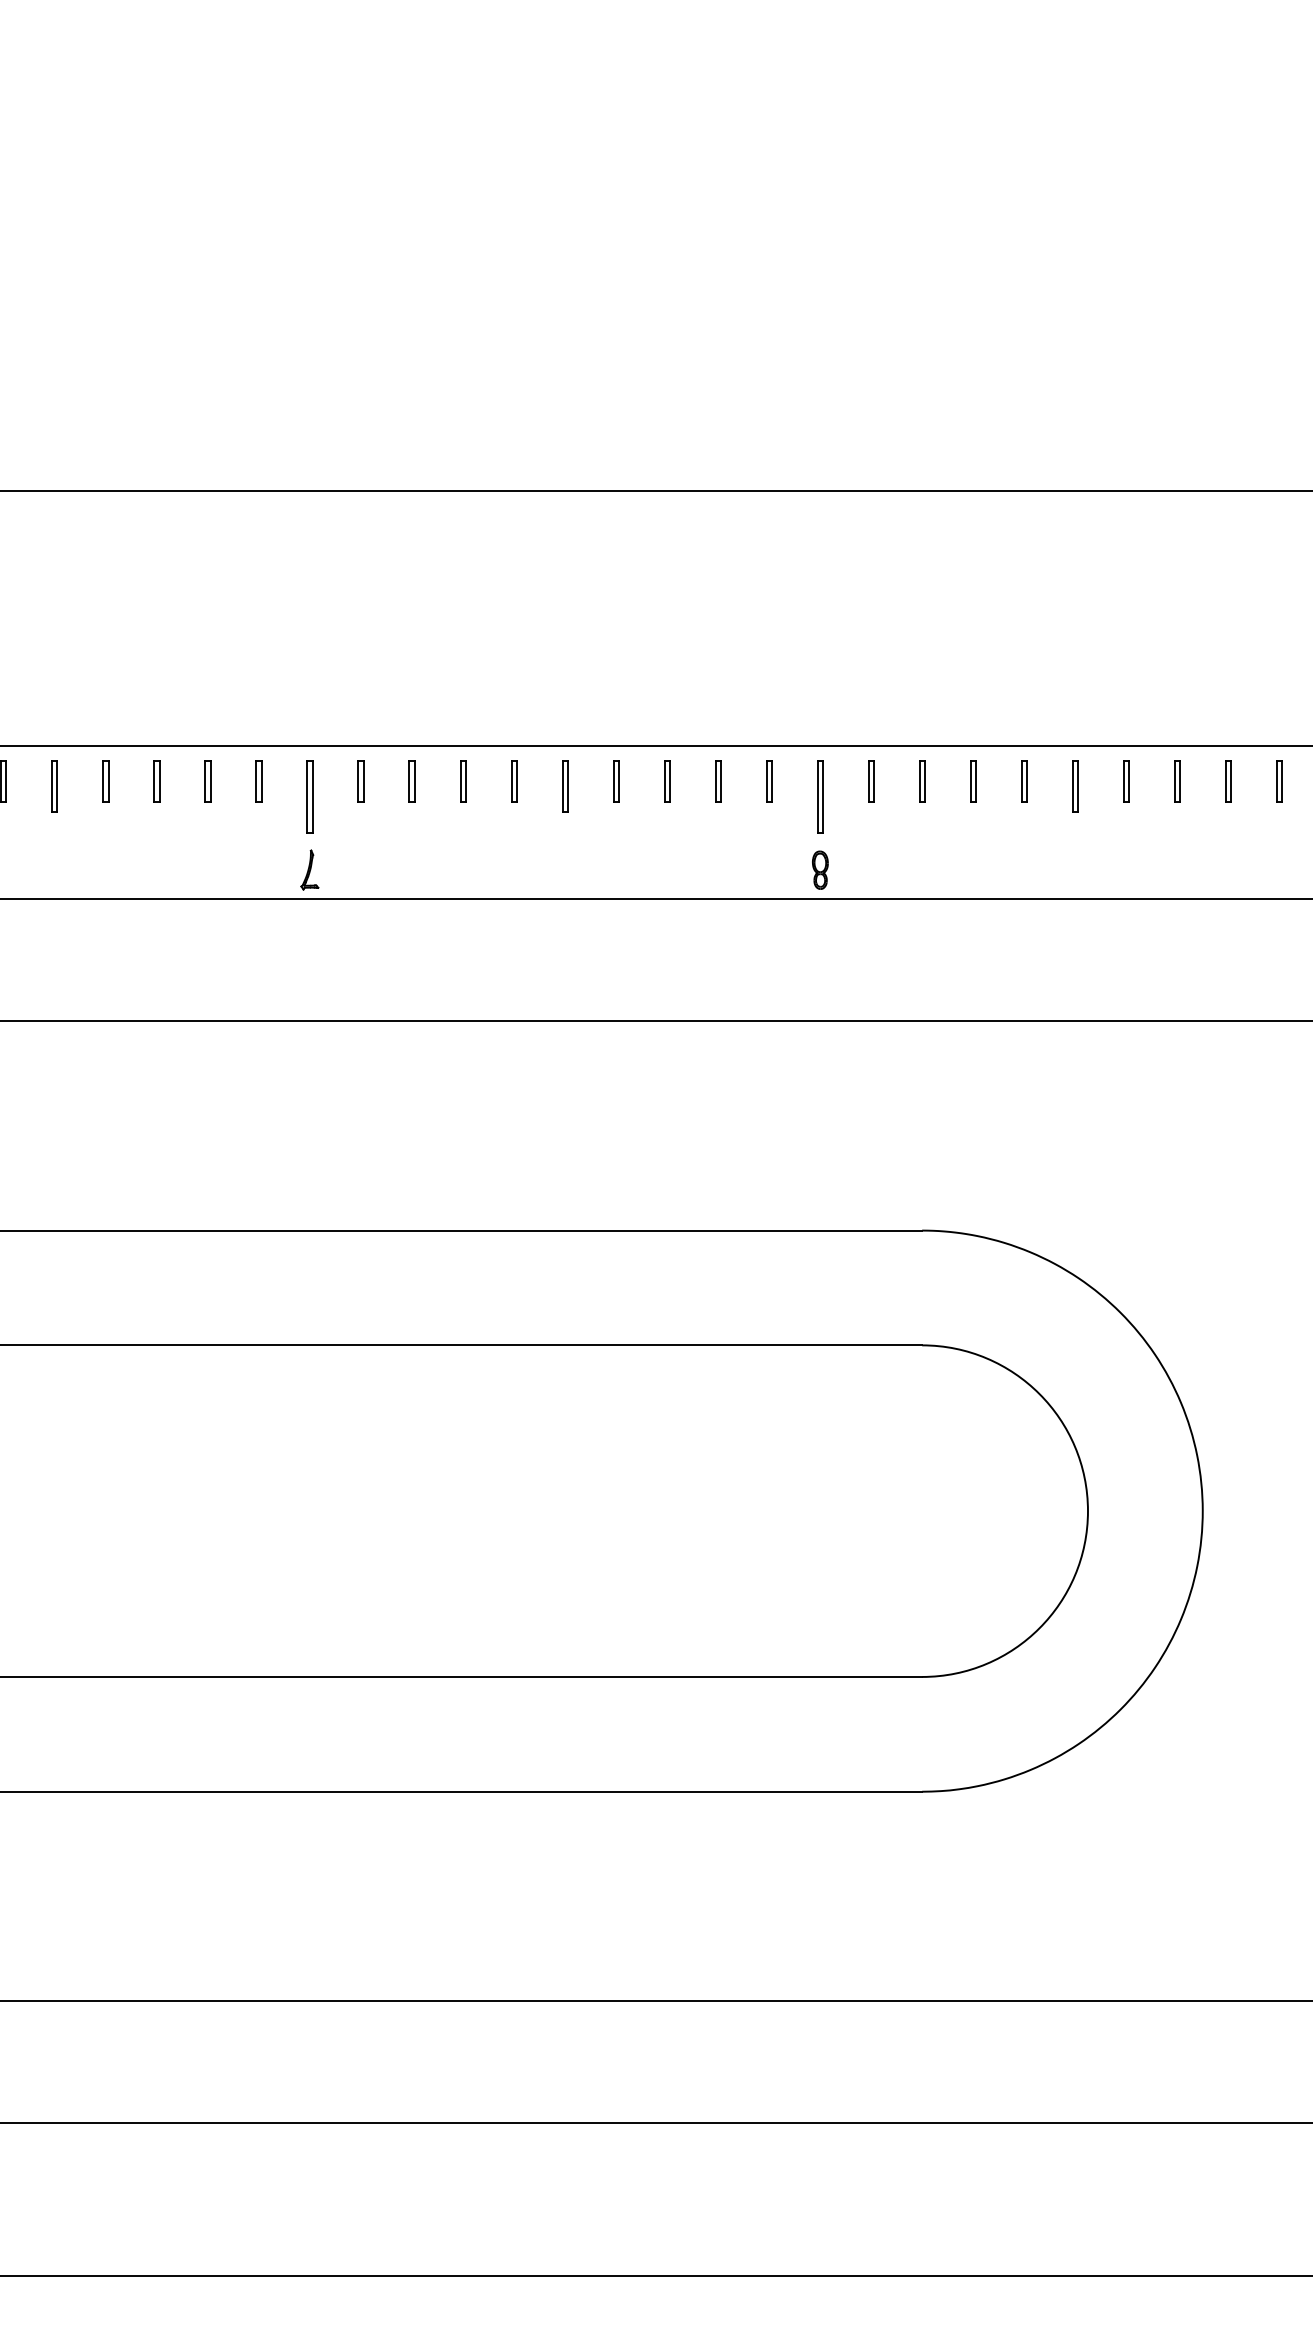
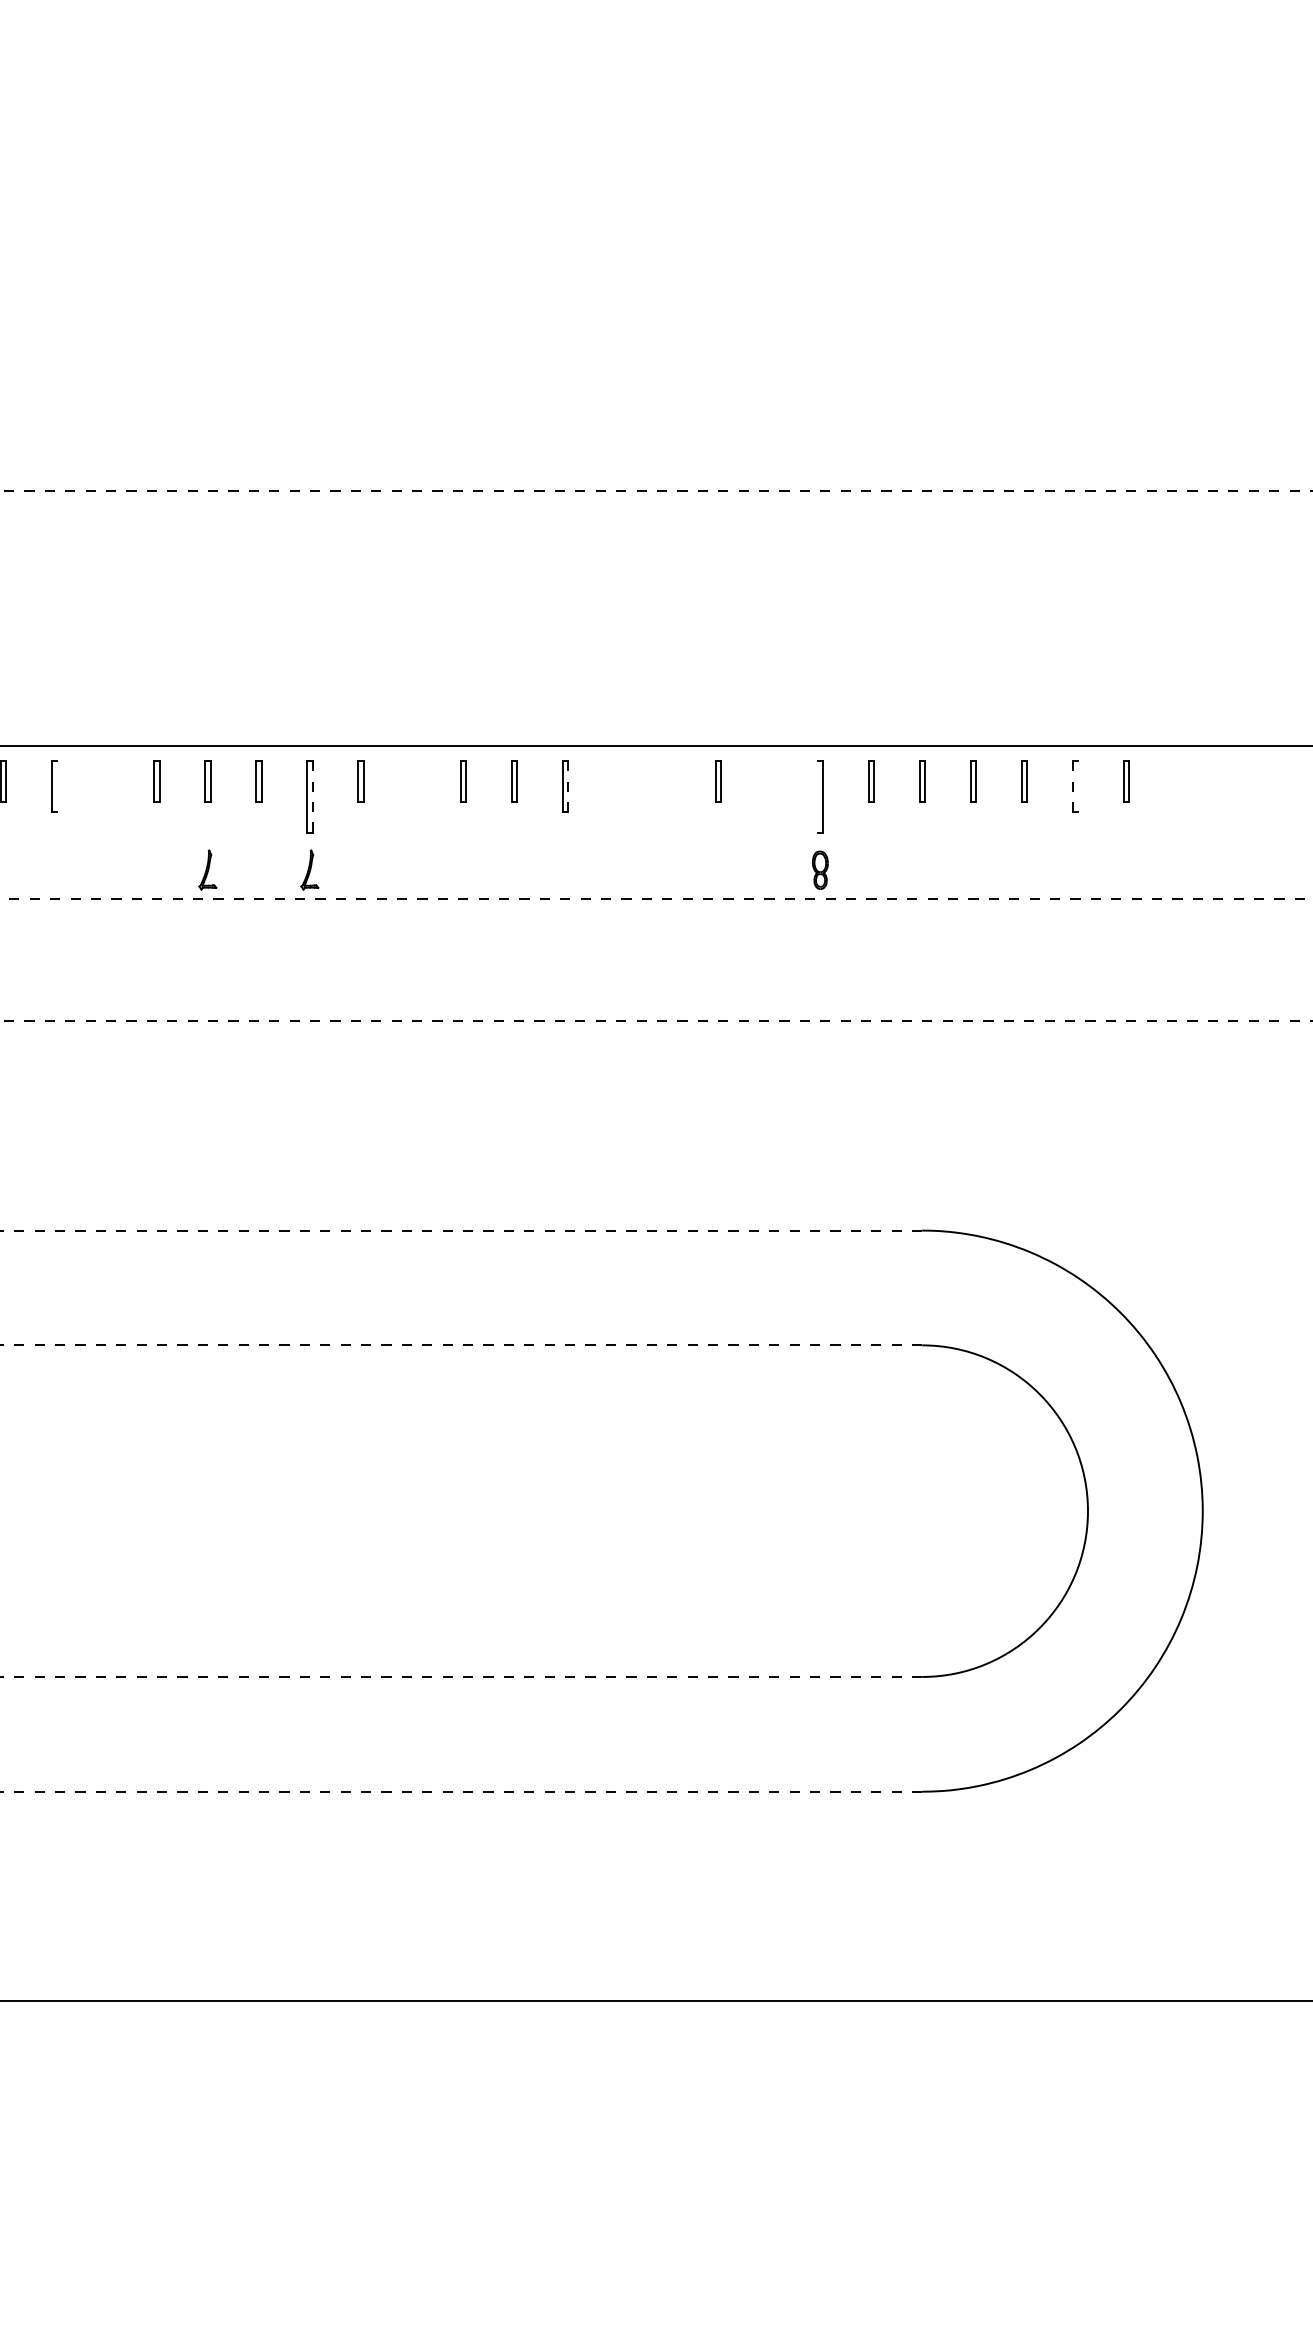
line at (656, 490): solid -> dashed
part at (105, 781): present -> none
part at (411, 781): present -> none
part at (616, 781): present -> none
part at (667, 781): present -> none
part at (769, 781): present -> none
part at (1177, 781): present -> none
part at (1228, 781): present -> none
part at (1279, 781): present -> none
line at (57, 786): present -> none
line at (567, 786): solid -> dashed
line at (1072, 786): solid -> dashed
line at (1077, 786): present -> none
line at (312, 796): solid -> dashed
line at (817, 796): present -> none
part at (207, 869): none -> present
line at (656, 898): solid -> dashed
line at (656, 1021): solid -> dashed
line at (461, 1230): solid -> dashed
line at (461, 1345): solid -> dashed
line at (461, 1676): solid -> dashed
line at (461, 1791): solid -> dashed
line at (655, 2123): present -> none
line at (655, 2276): present -> none
